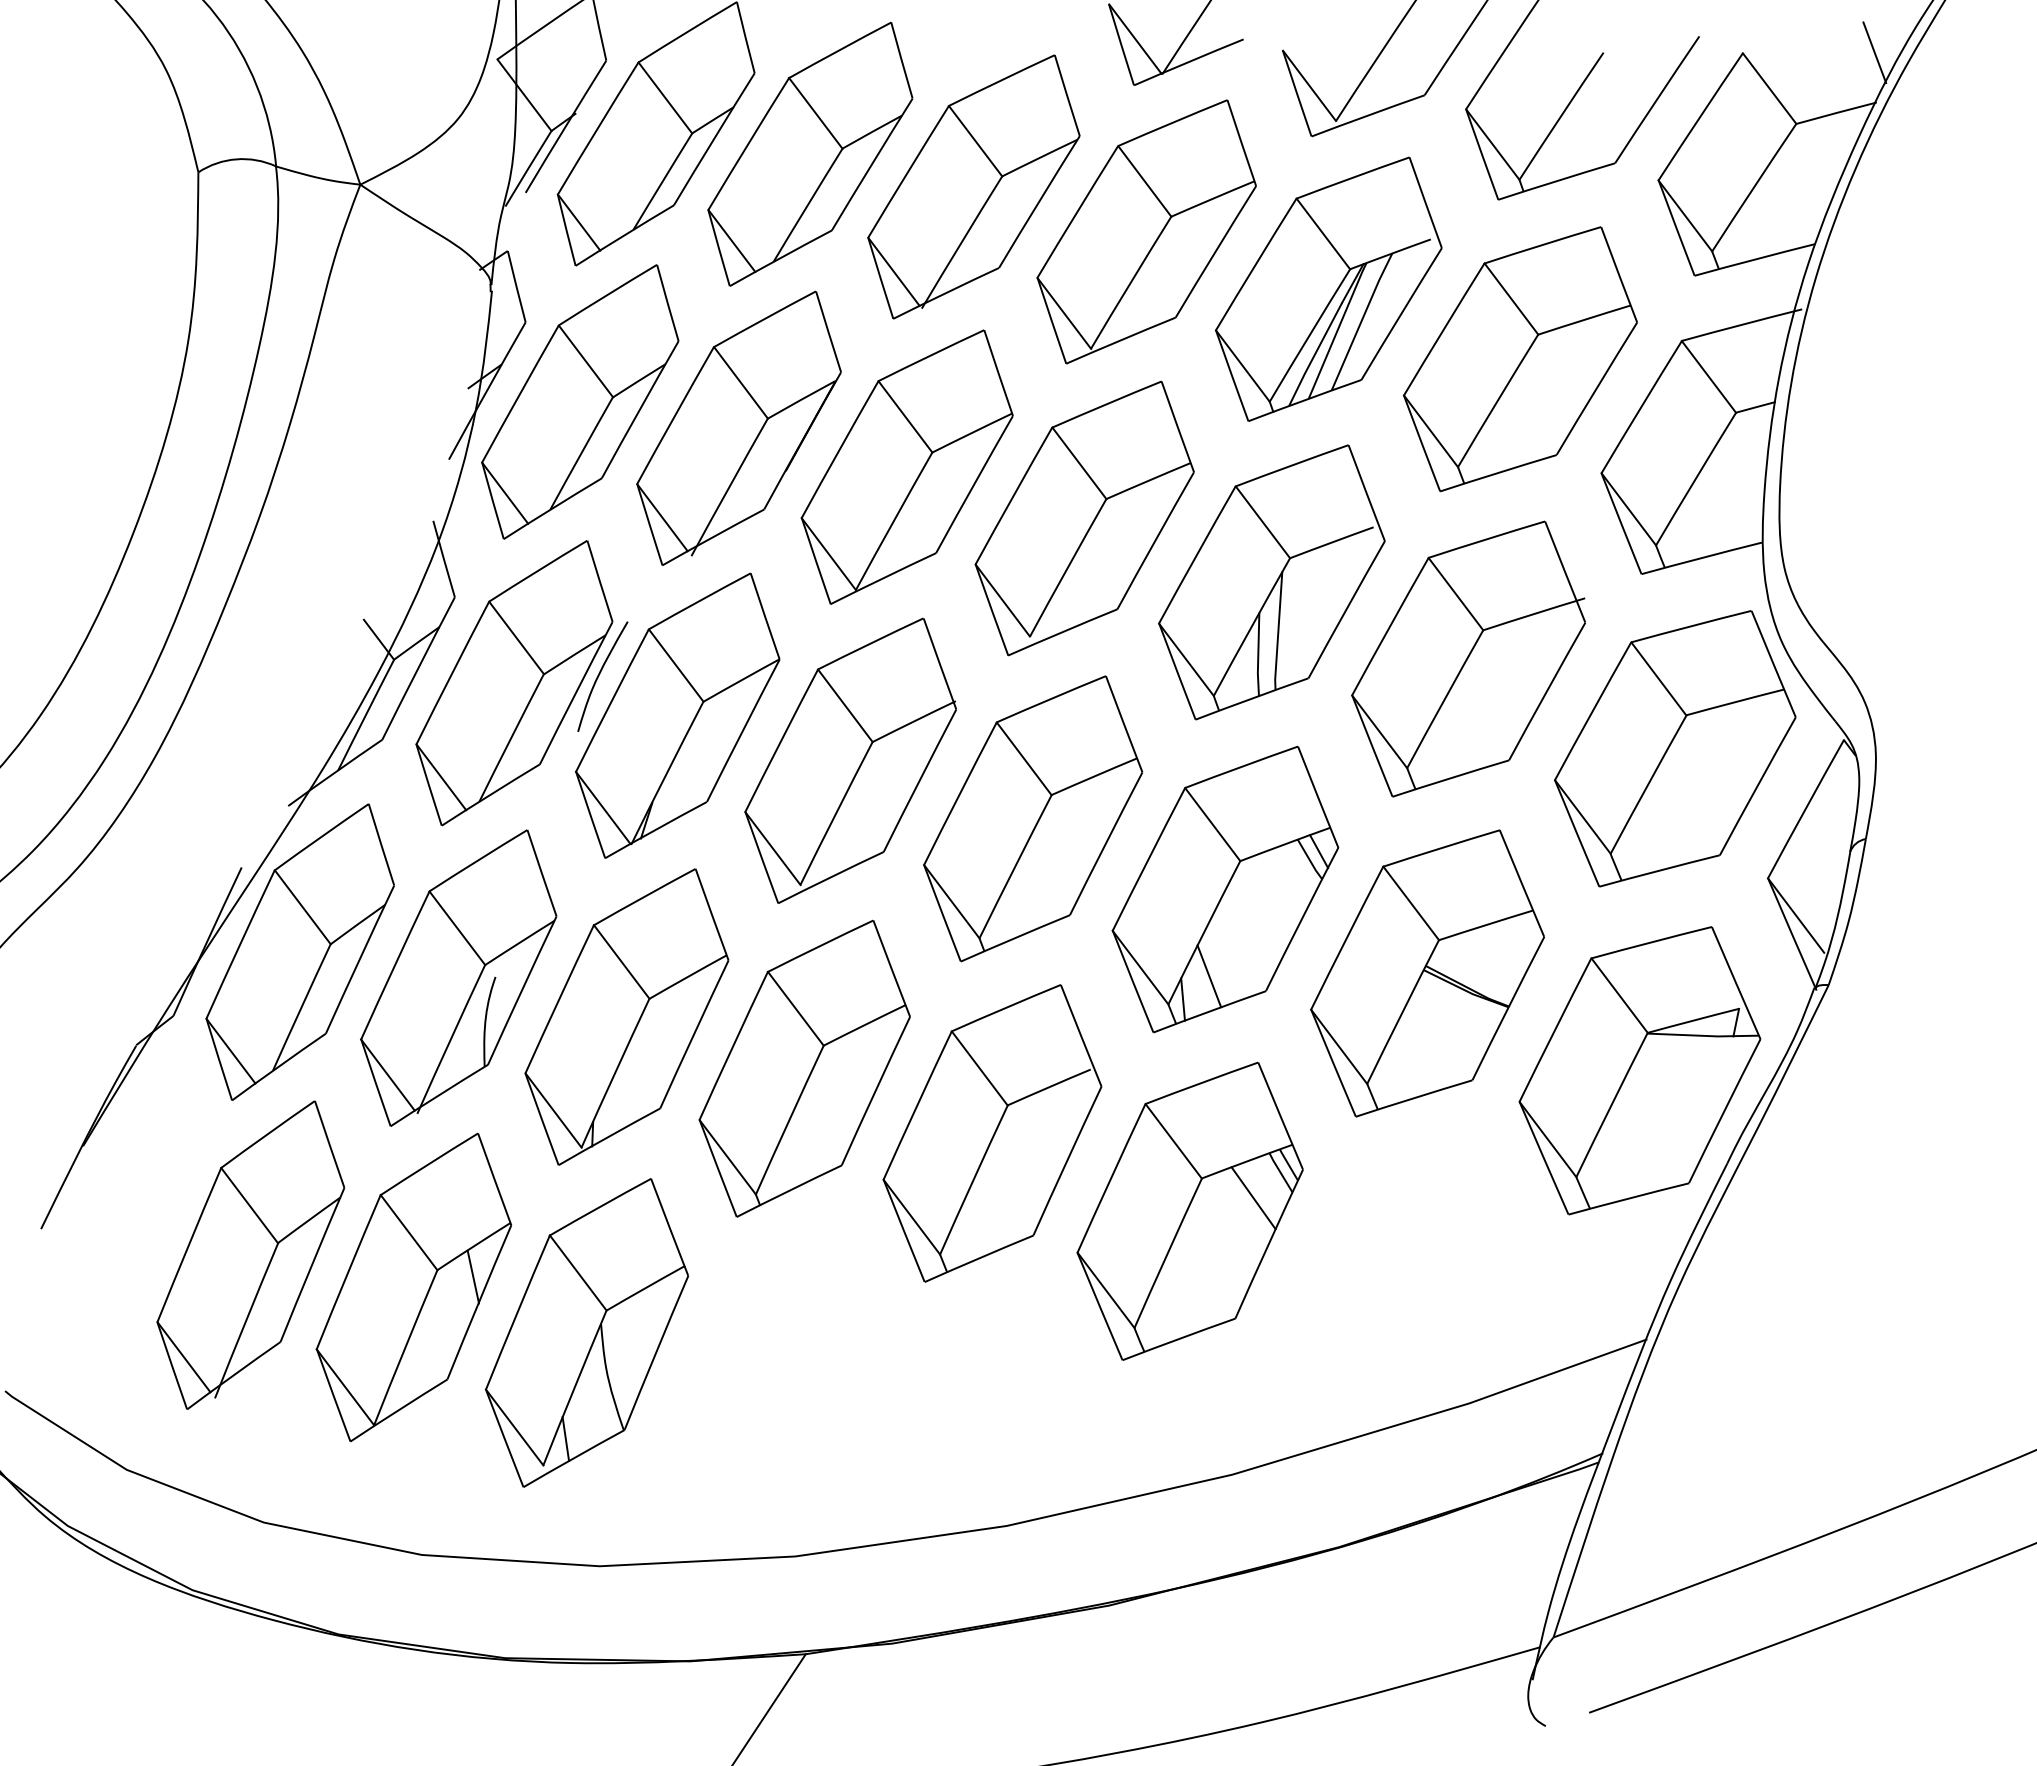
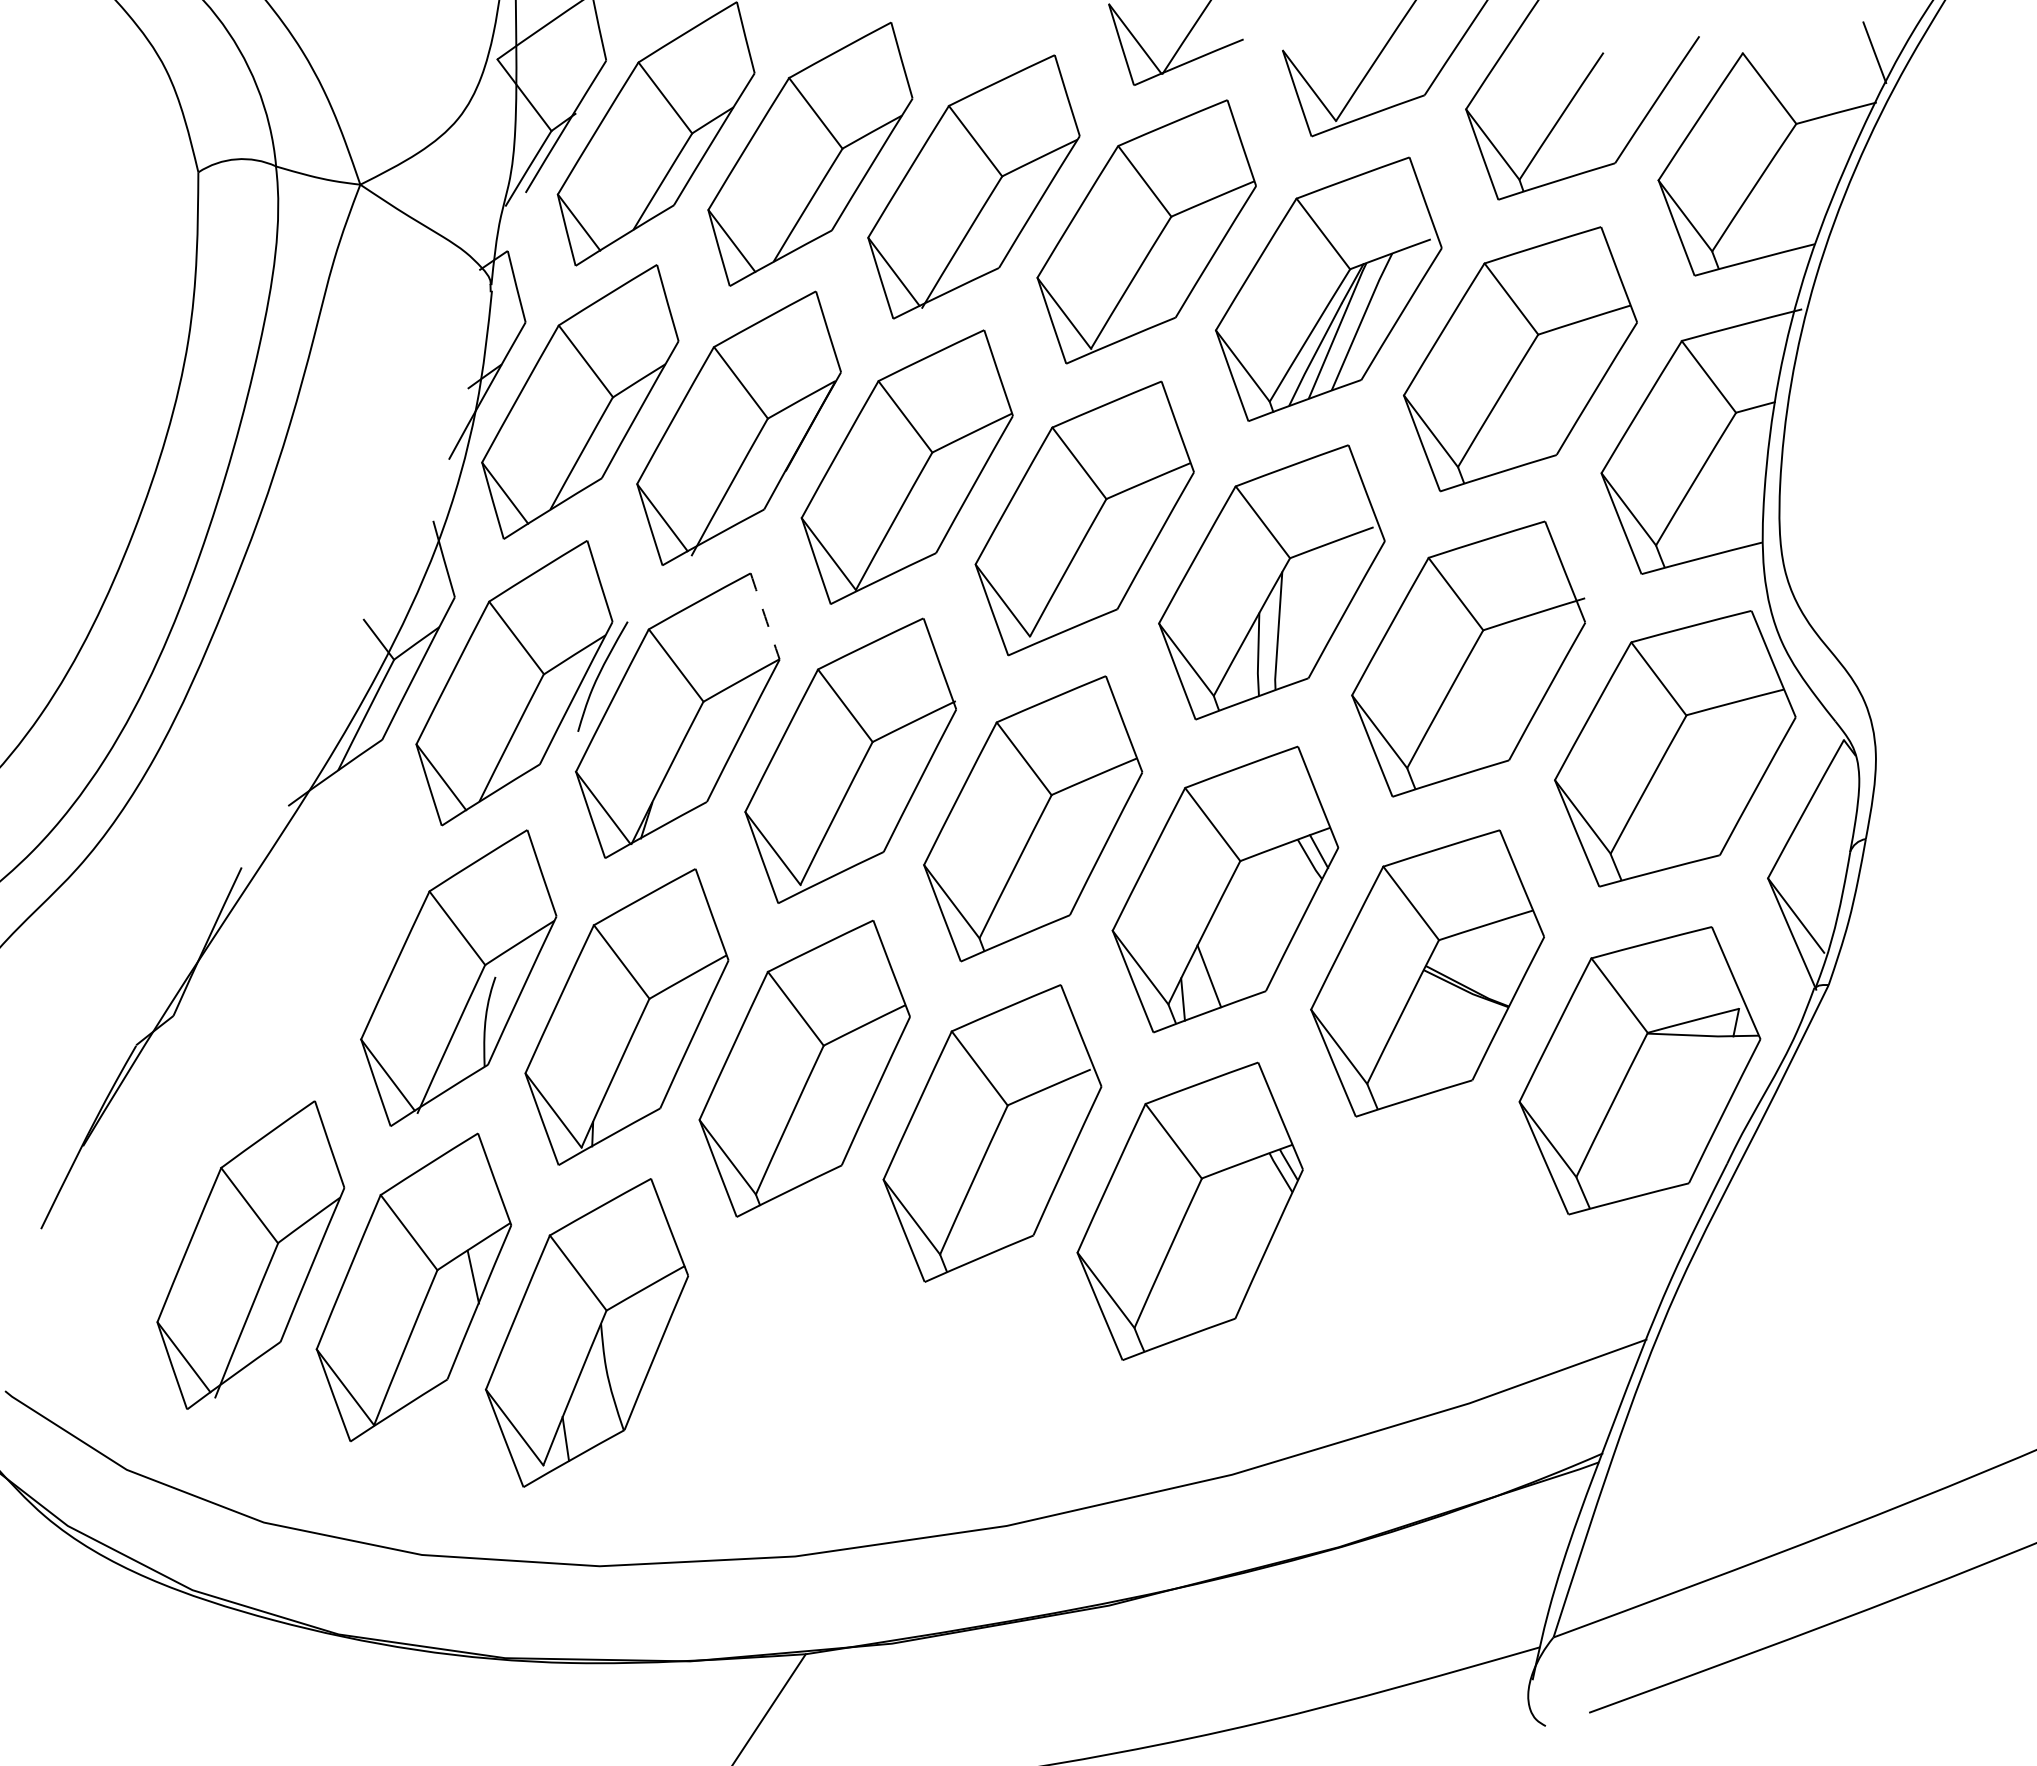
arc at (765, 616): solid -> dashed
part at (299, 951): present -> none
line at (1253, 1198): present -> none
